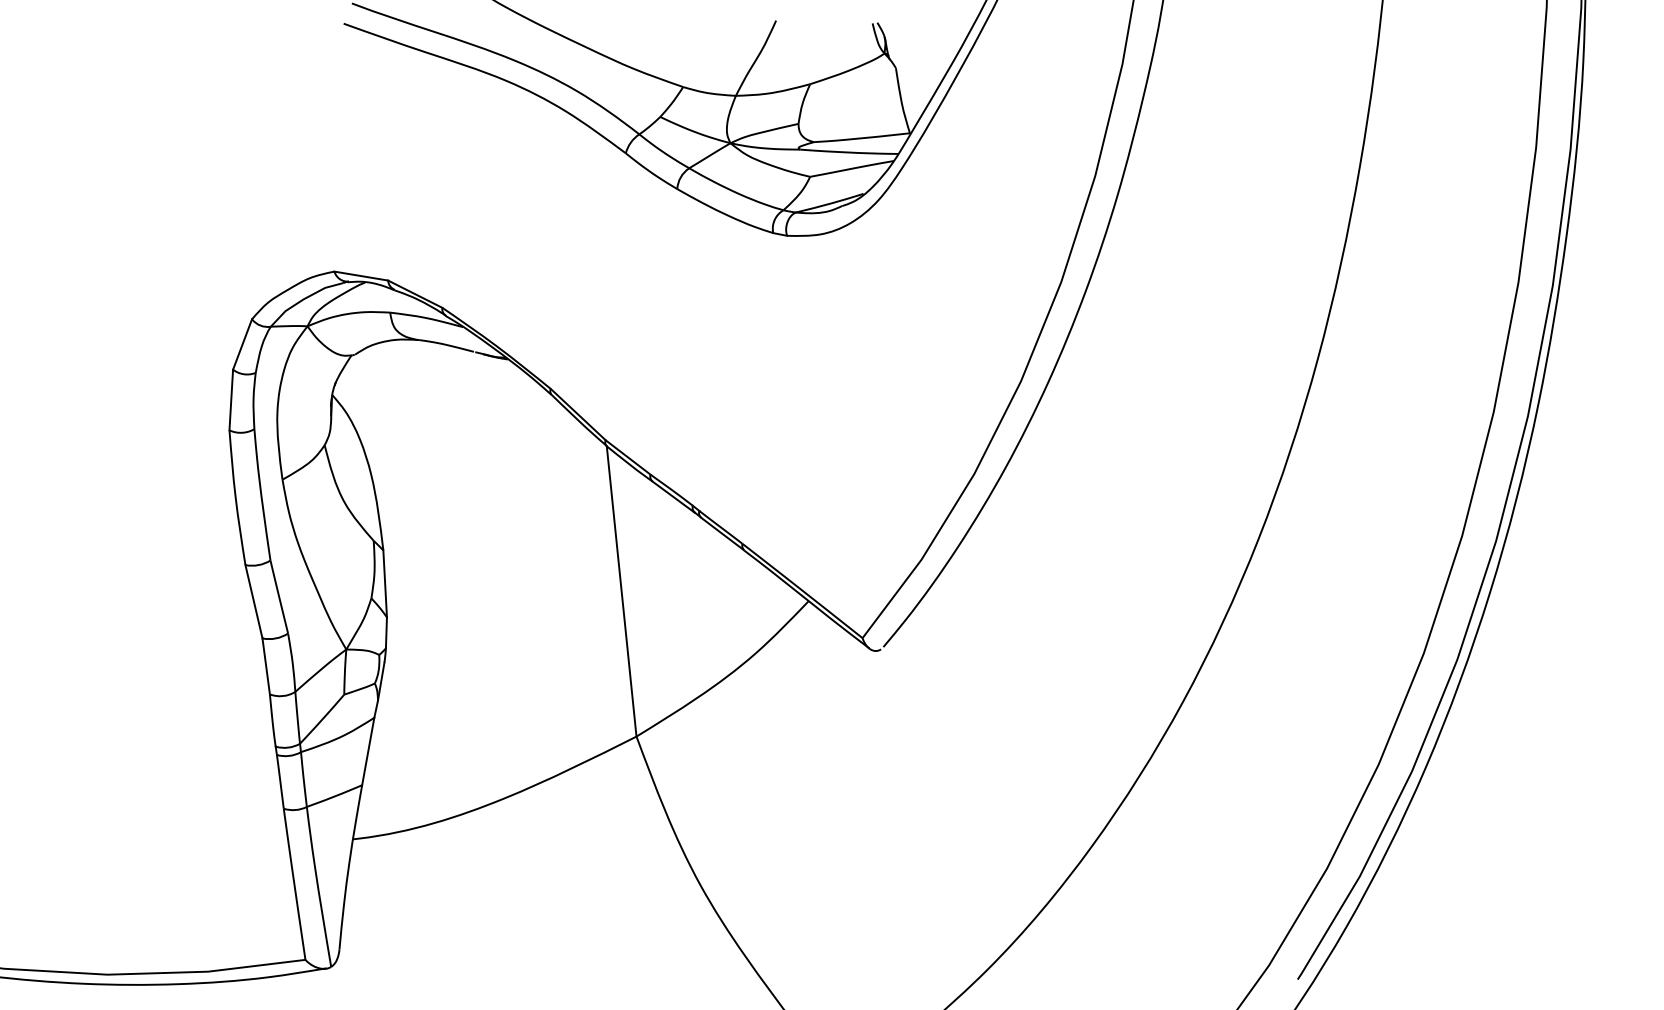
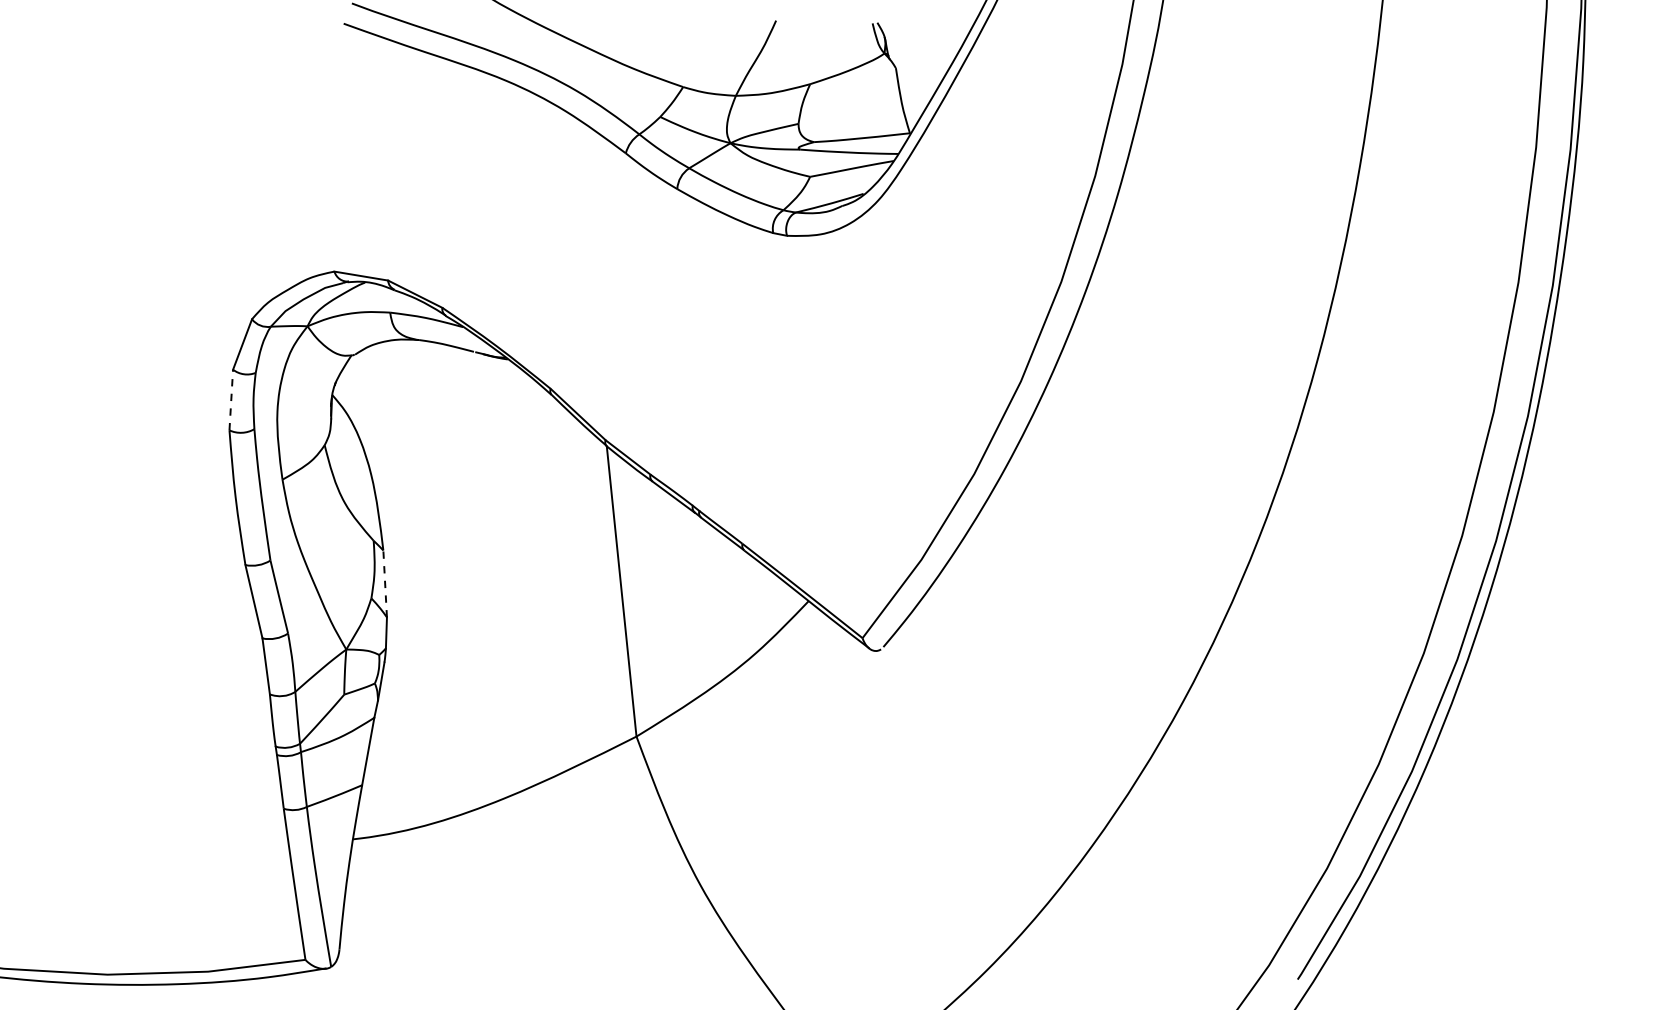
line at (231, 399): solid -> dashed
line at (385, 583): solid -> dashed
